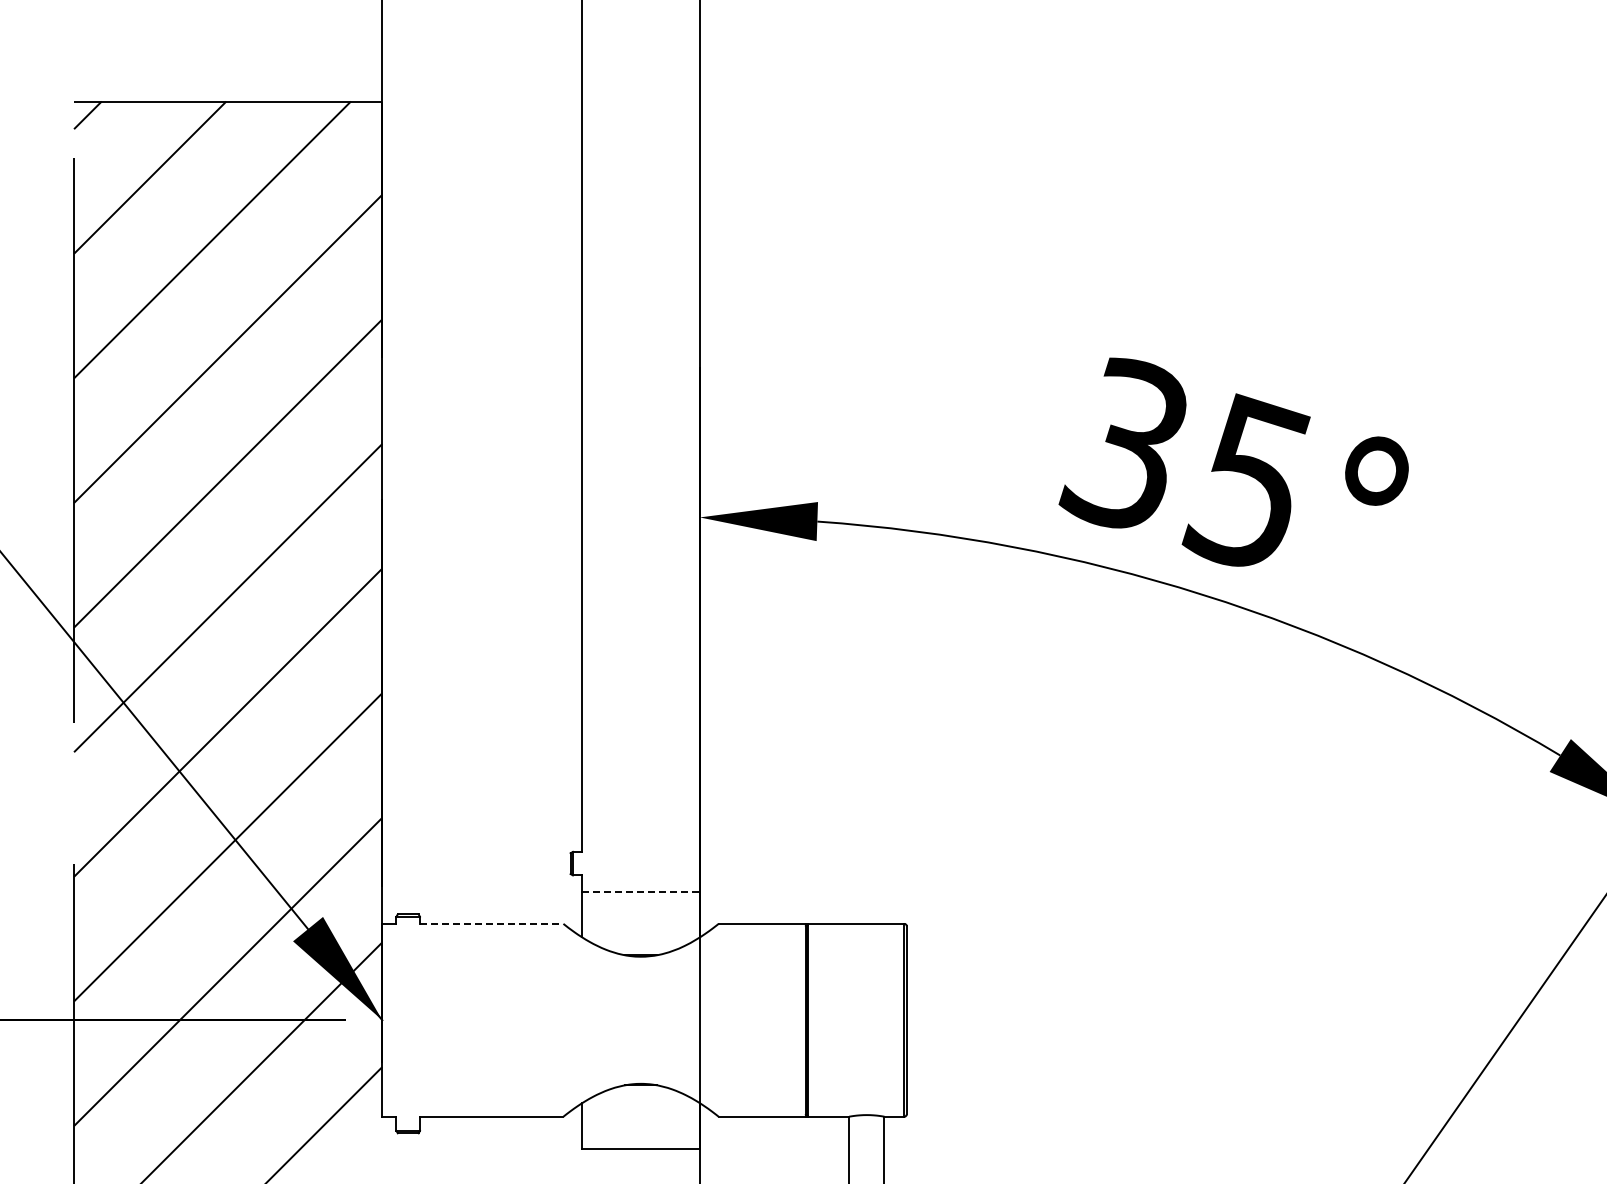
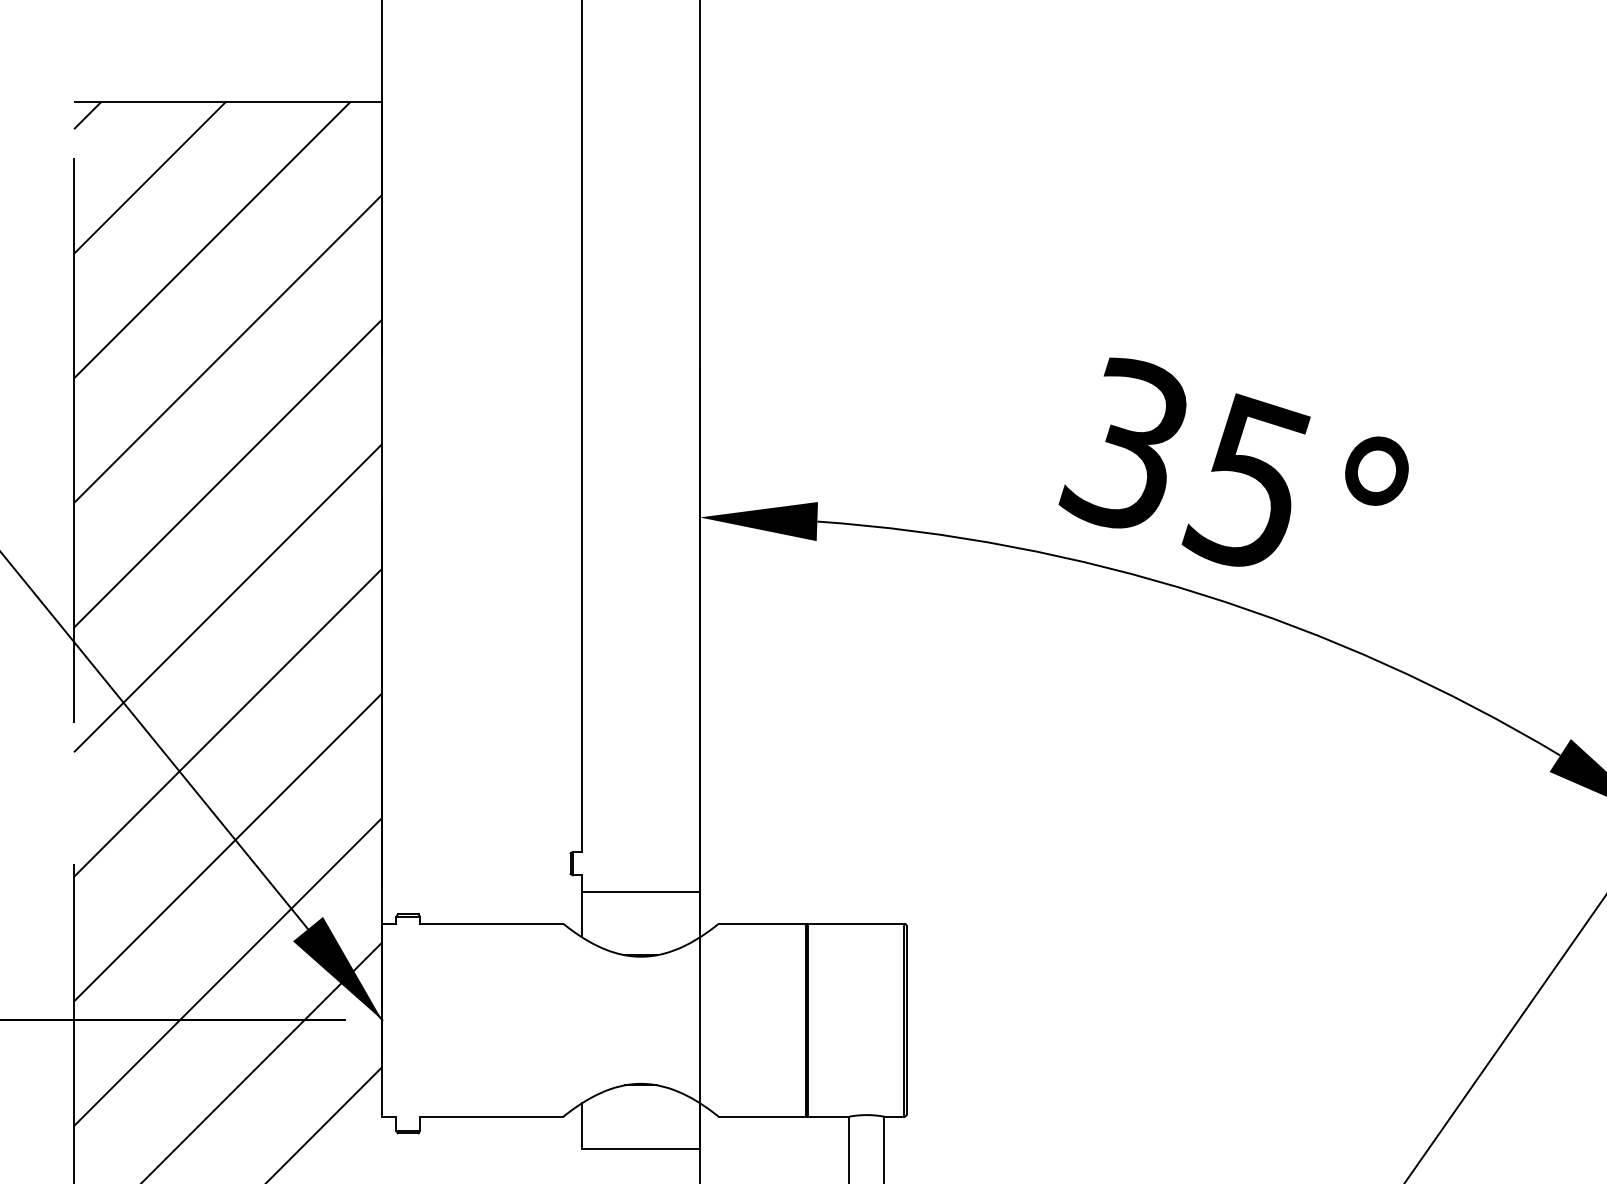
line at (641, 891): dashed -> solid
line at (491, 923): dashed -> solid
